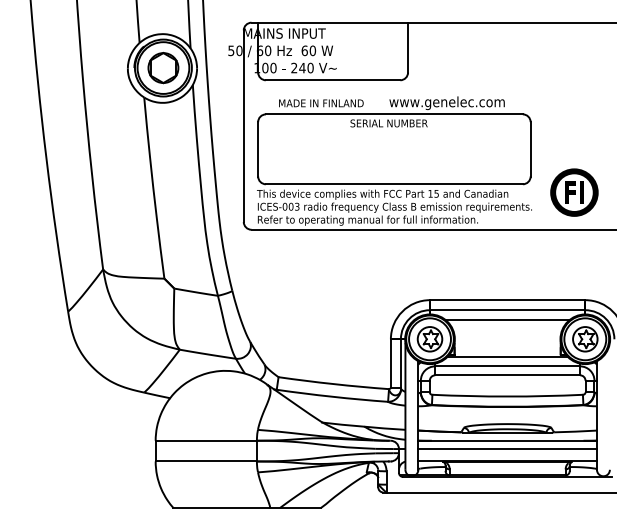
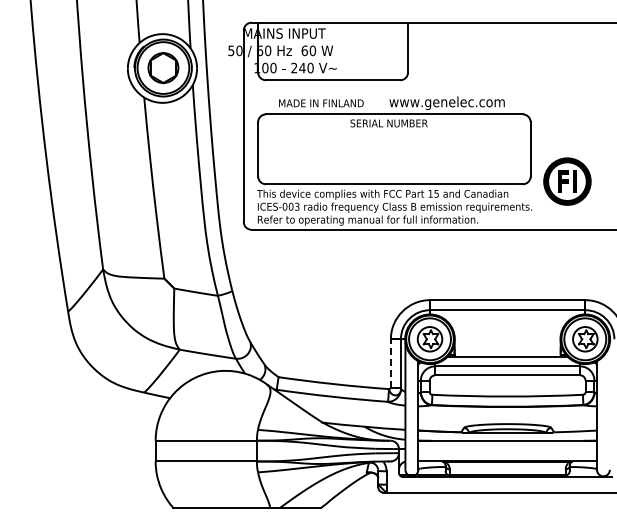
part at (574, 192) position: (574, 192) -> (567, 181)
line at (507, 320): present -> none
line at (390, 362): solid -> dashed
line at (507, 448): present -> none
